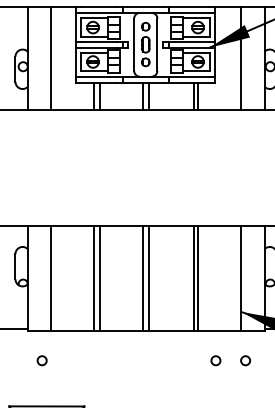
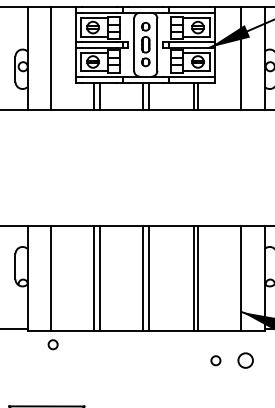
circle at (41, 360) position: (41, 360) -> (52, 344)
circle at (245, 360) size: 11x12 px -> 17x17 px
